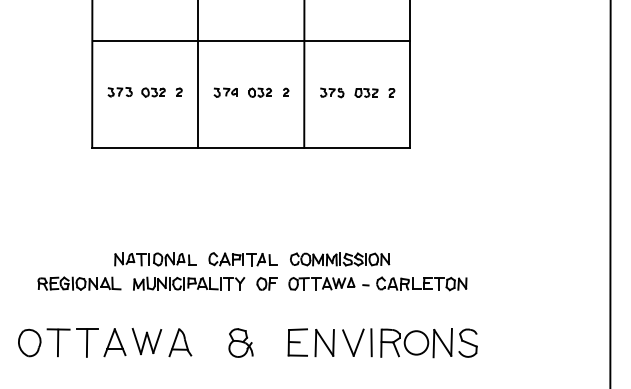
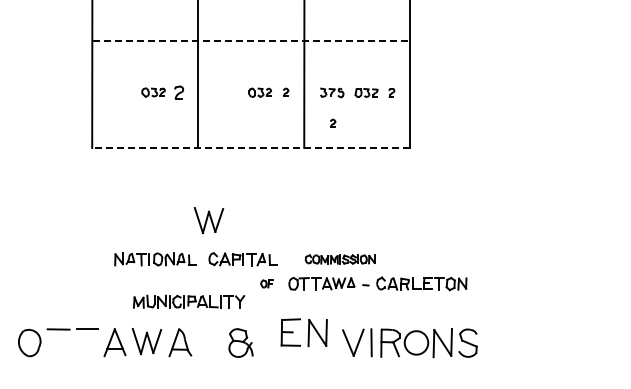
line at (251, 41): solid -> dashed
part at (179, 91) size: 7x10 px -> 11x15 px
part at (119, 92): present -> none
part at (225, 92): present -> none
part at (333, 122): none -> present
line at (250, 148): solid -> dashed
line at (610, 193): present -> none
part at (208, 220): none -> present
part at (340, 259) size: 101x15 px -> 72x11 px
part at (79, 283): present -> none
part at (189, 283) position: (189, 283) -> (189, 301)
part at (266, 283) size: 22x14 px -> 14x10 px
line at (57, 342): present -> none
line at (86, 342): present -> none
part at (310, 342) position: (310, 342) -> (303, 332)
